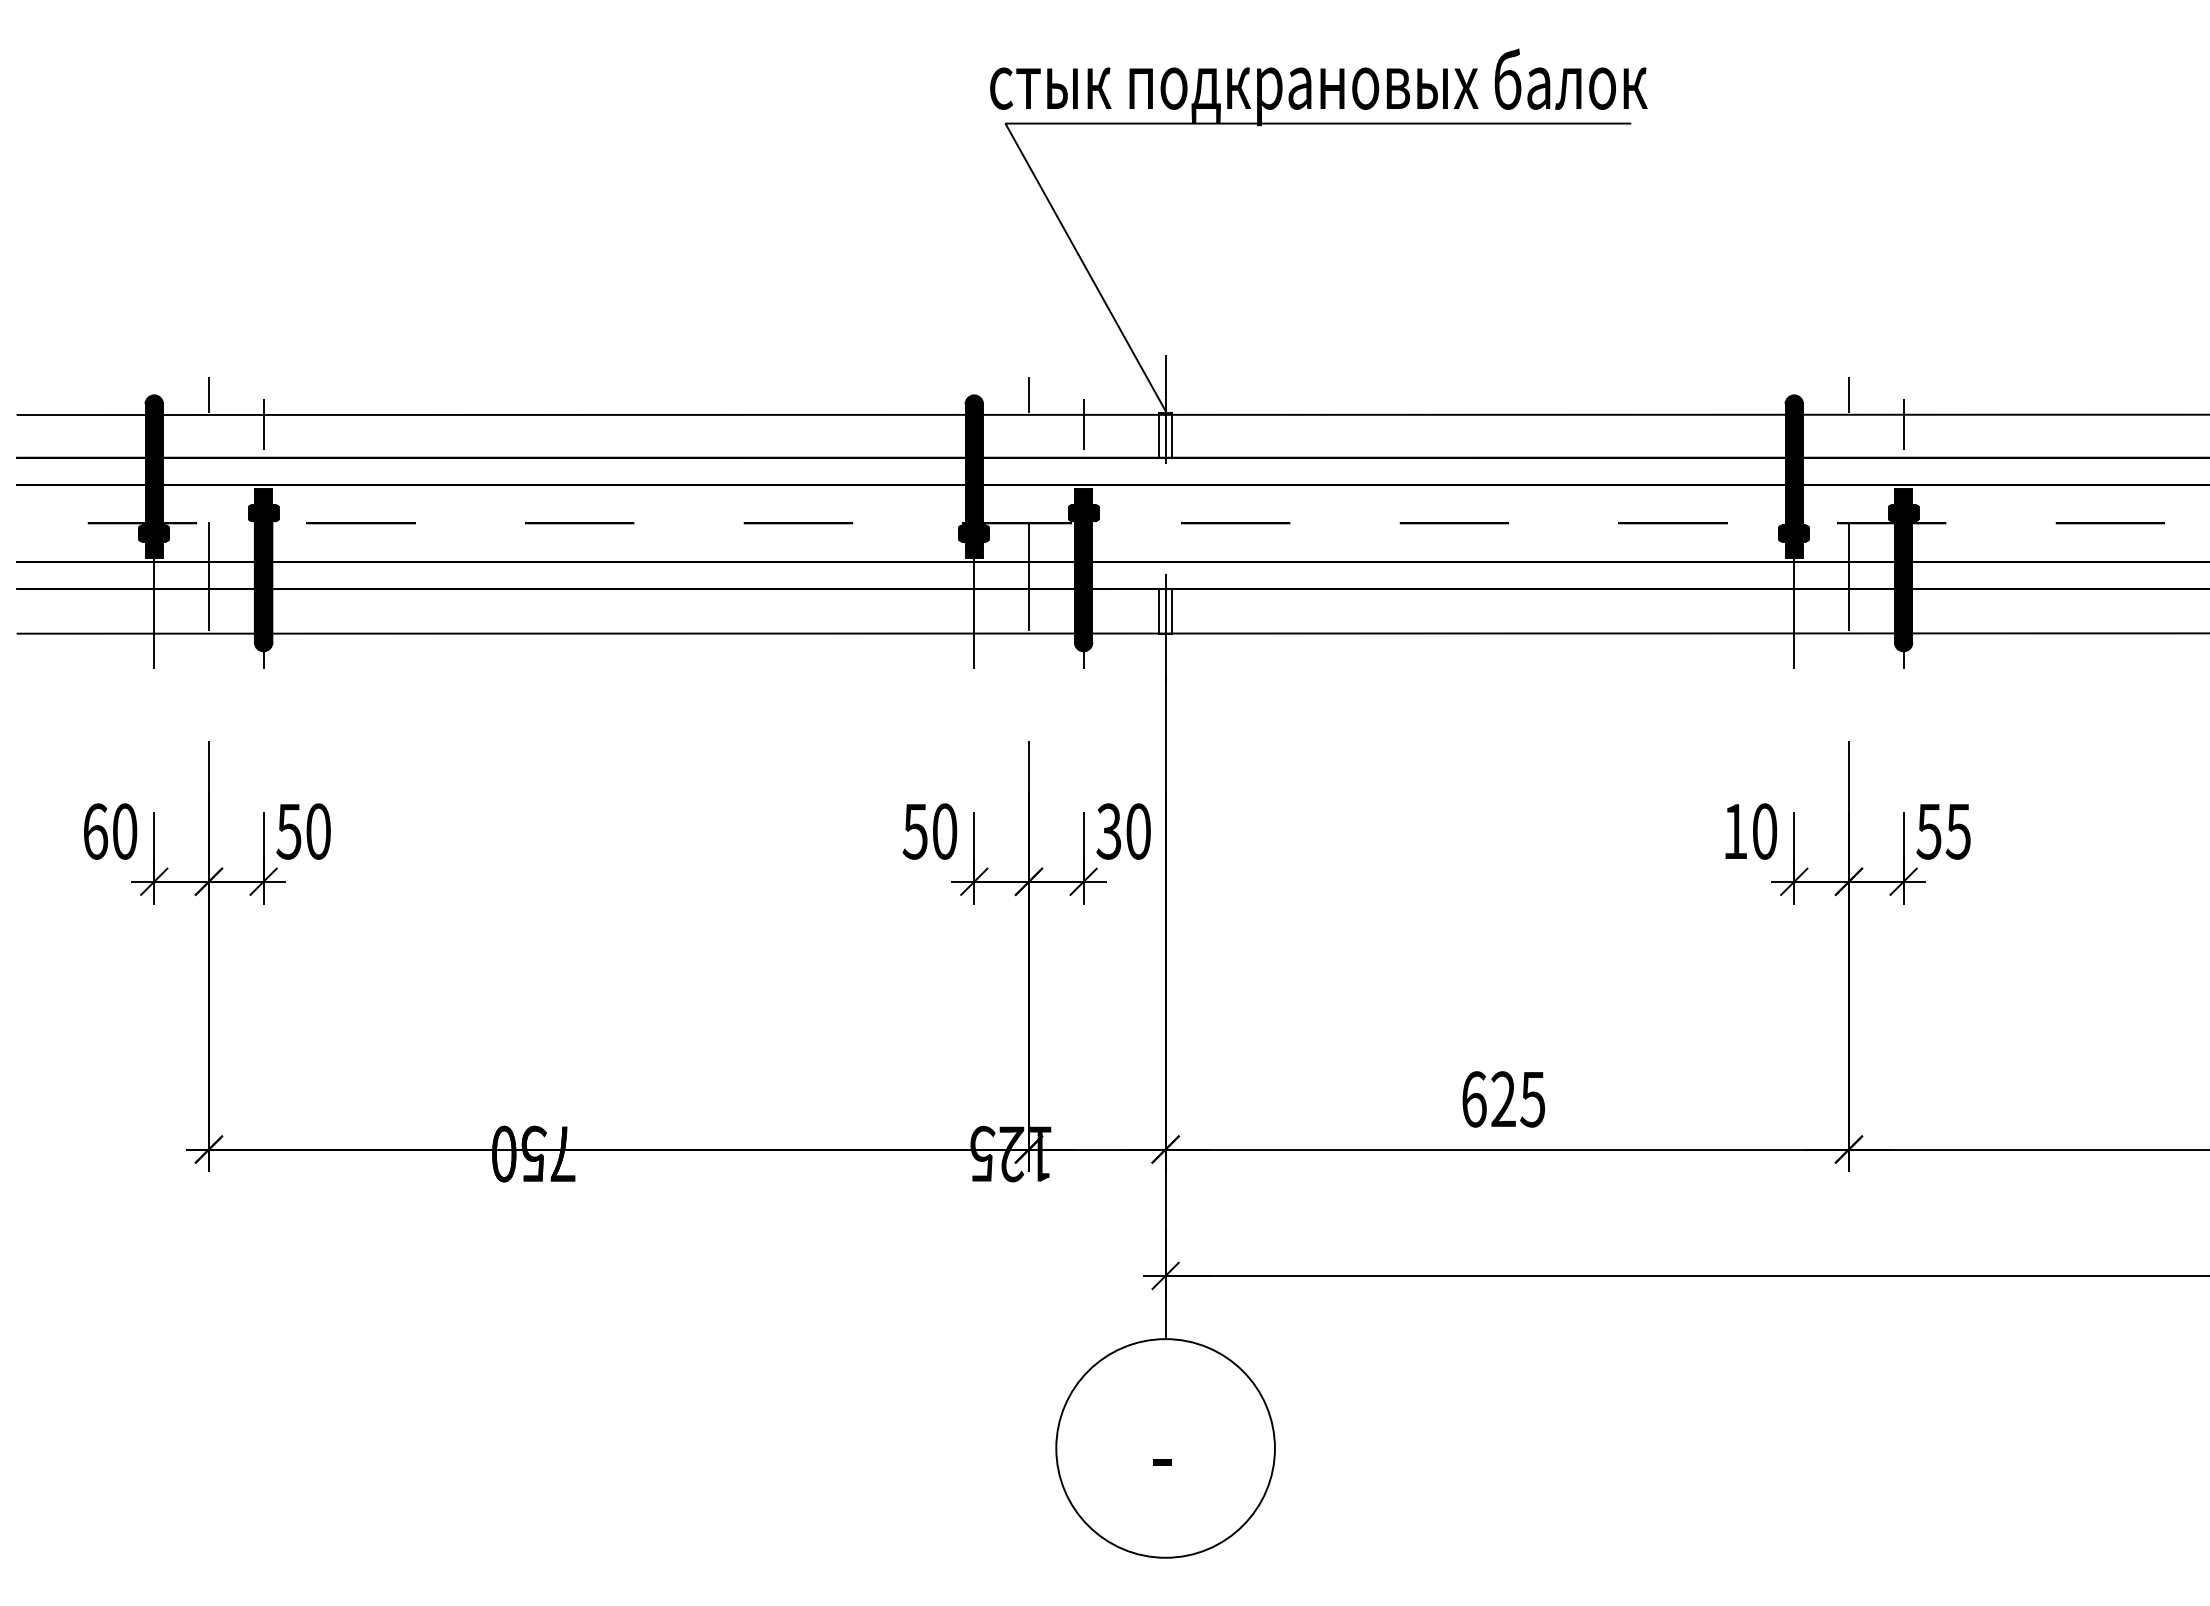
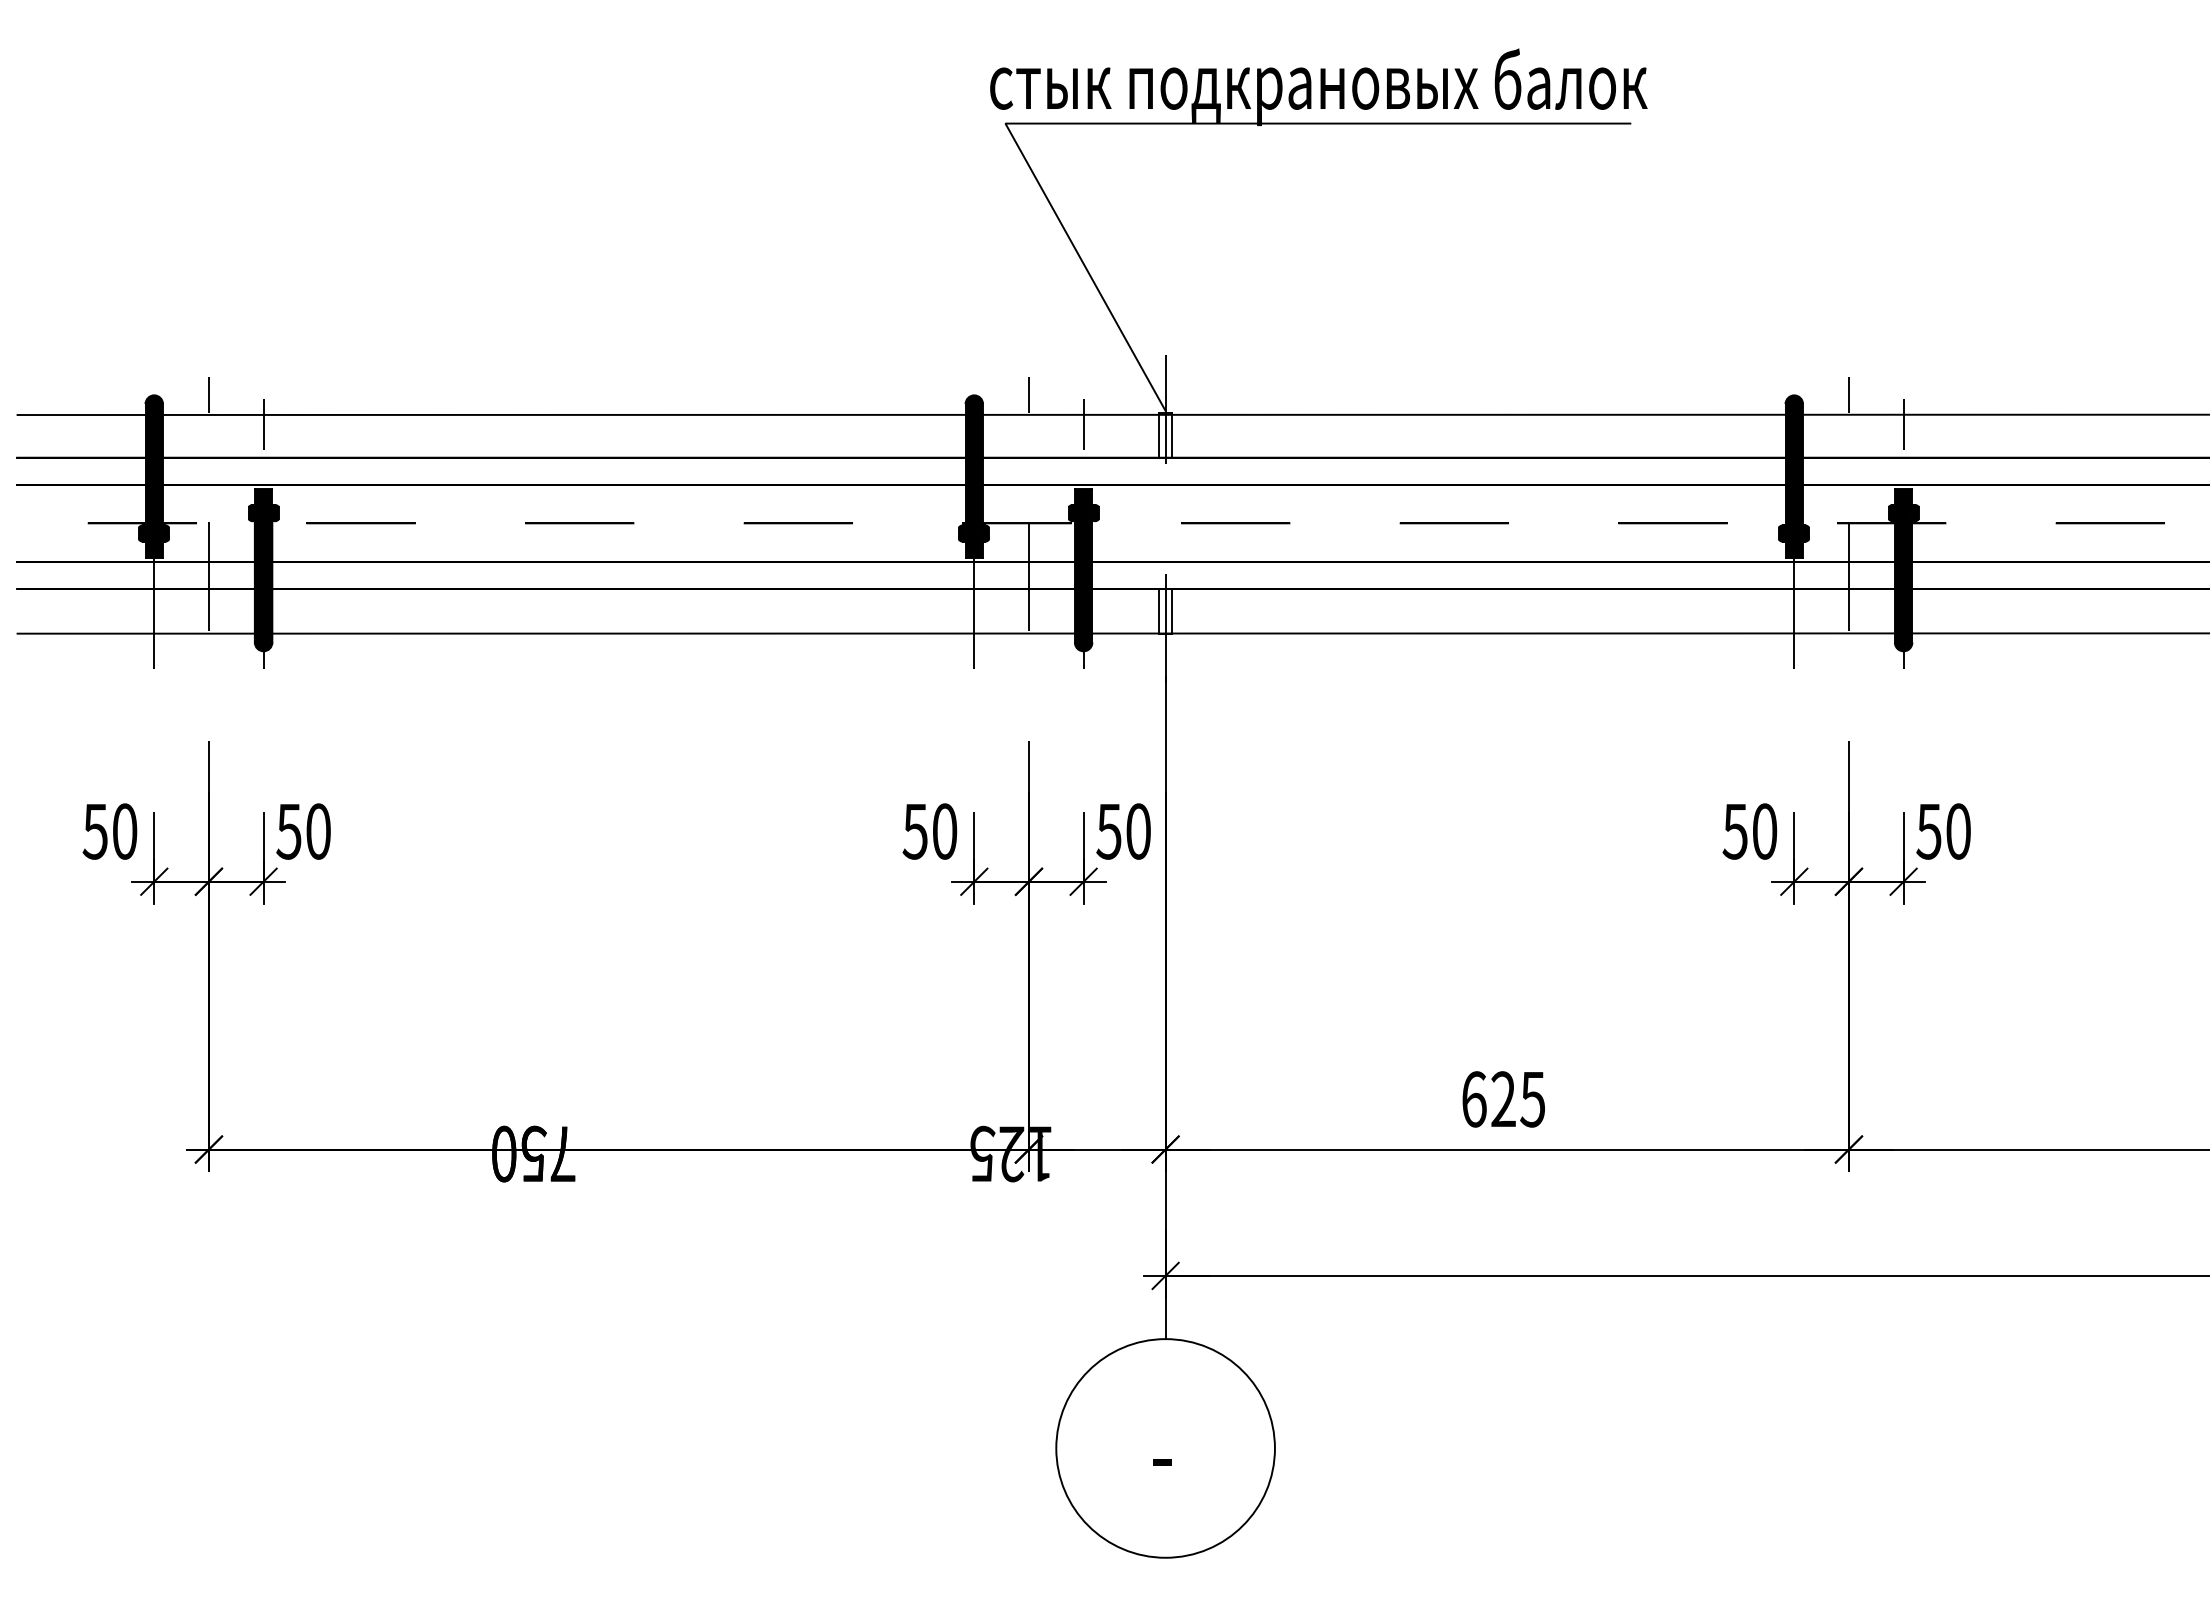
text at (95, 831): 60 -> 50
text at (1108, 831): 30 -> 50
text at (1734, 831): 10 -> 50
text at (1957, 831): 55 -> 50
